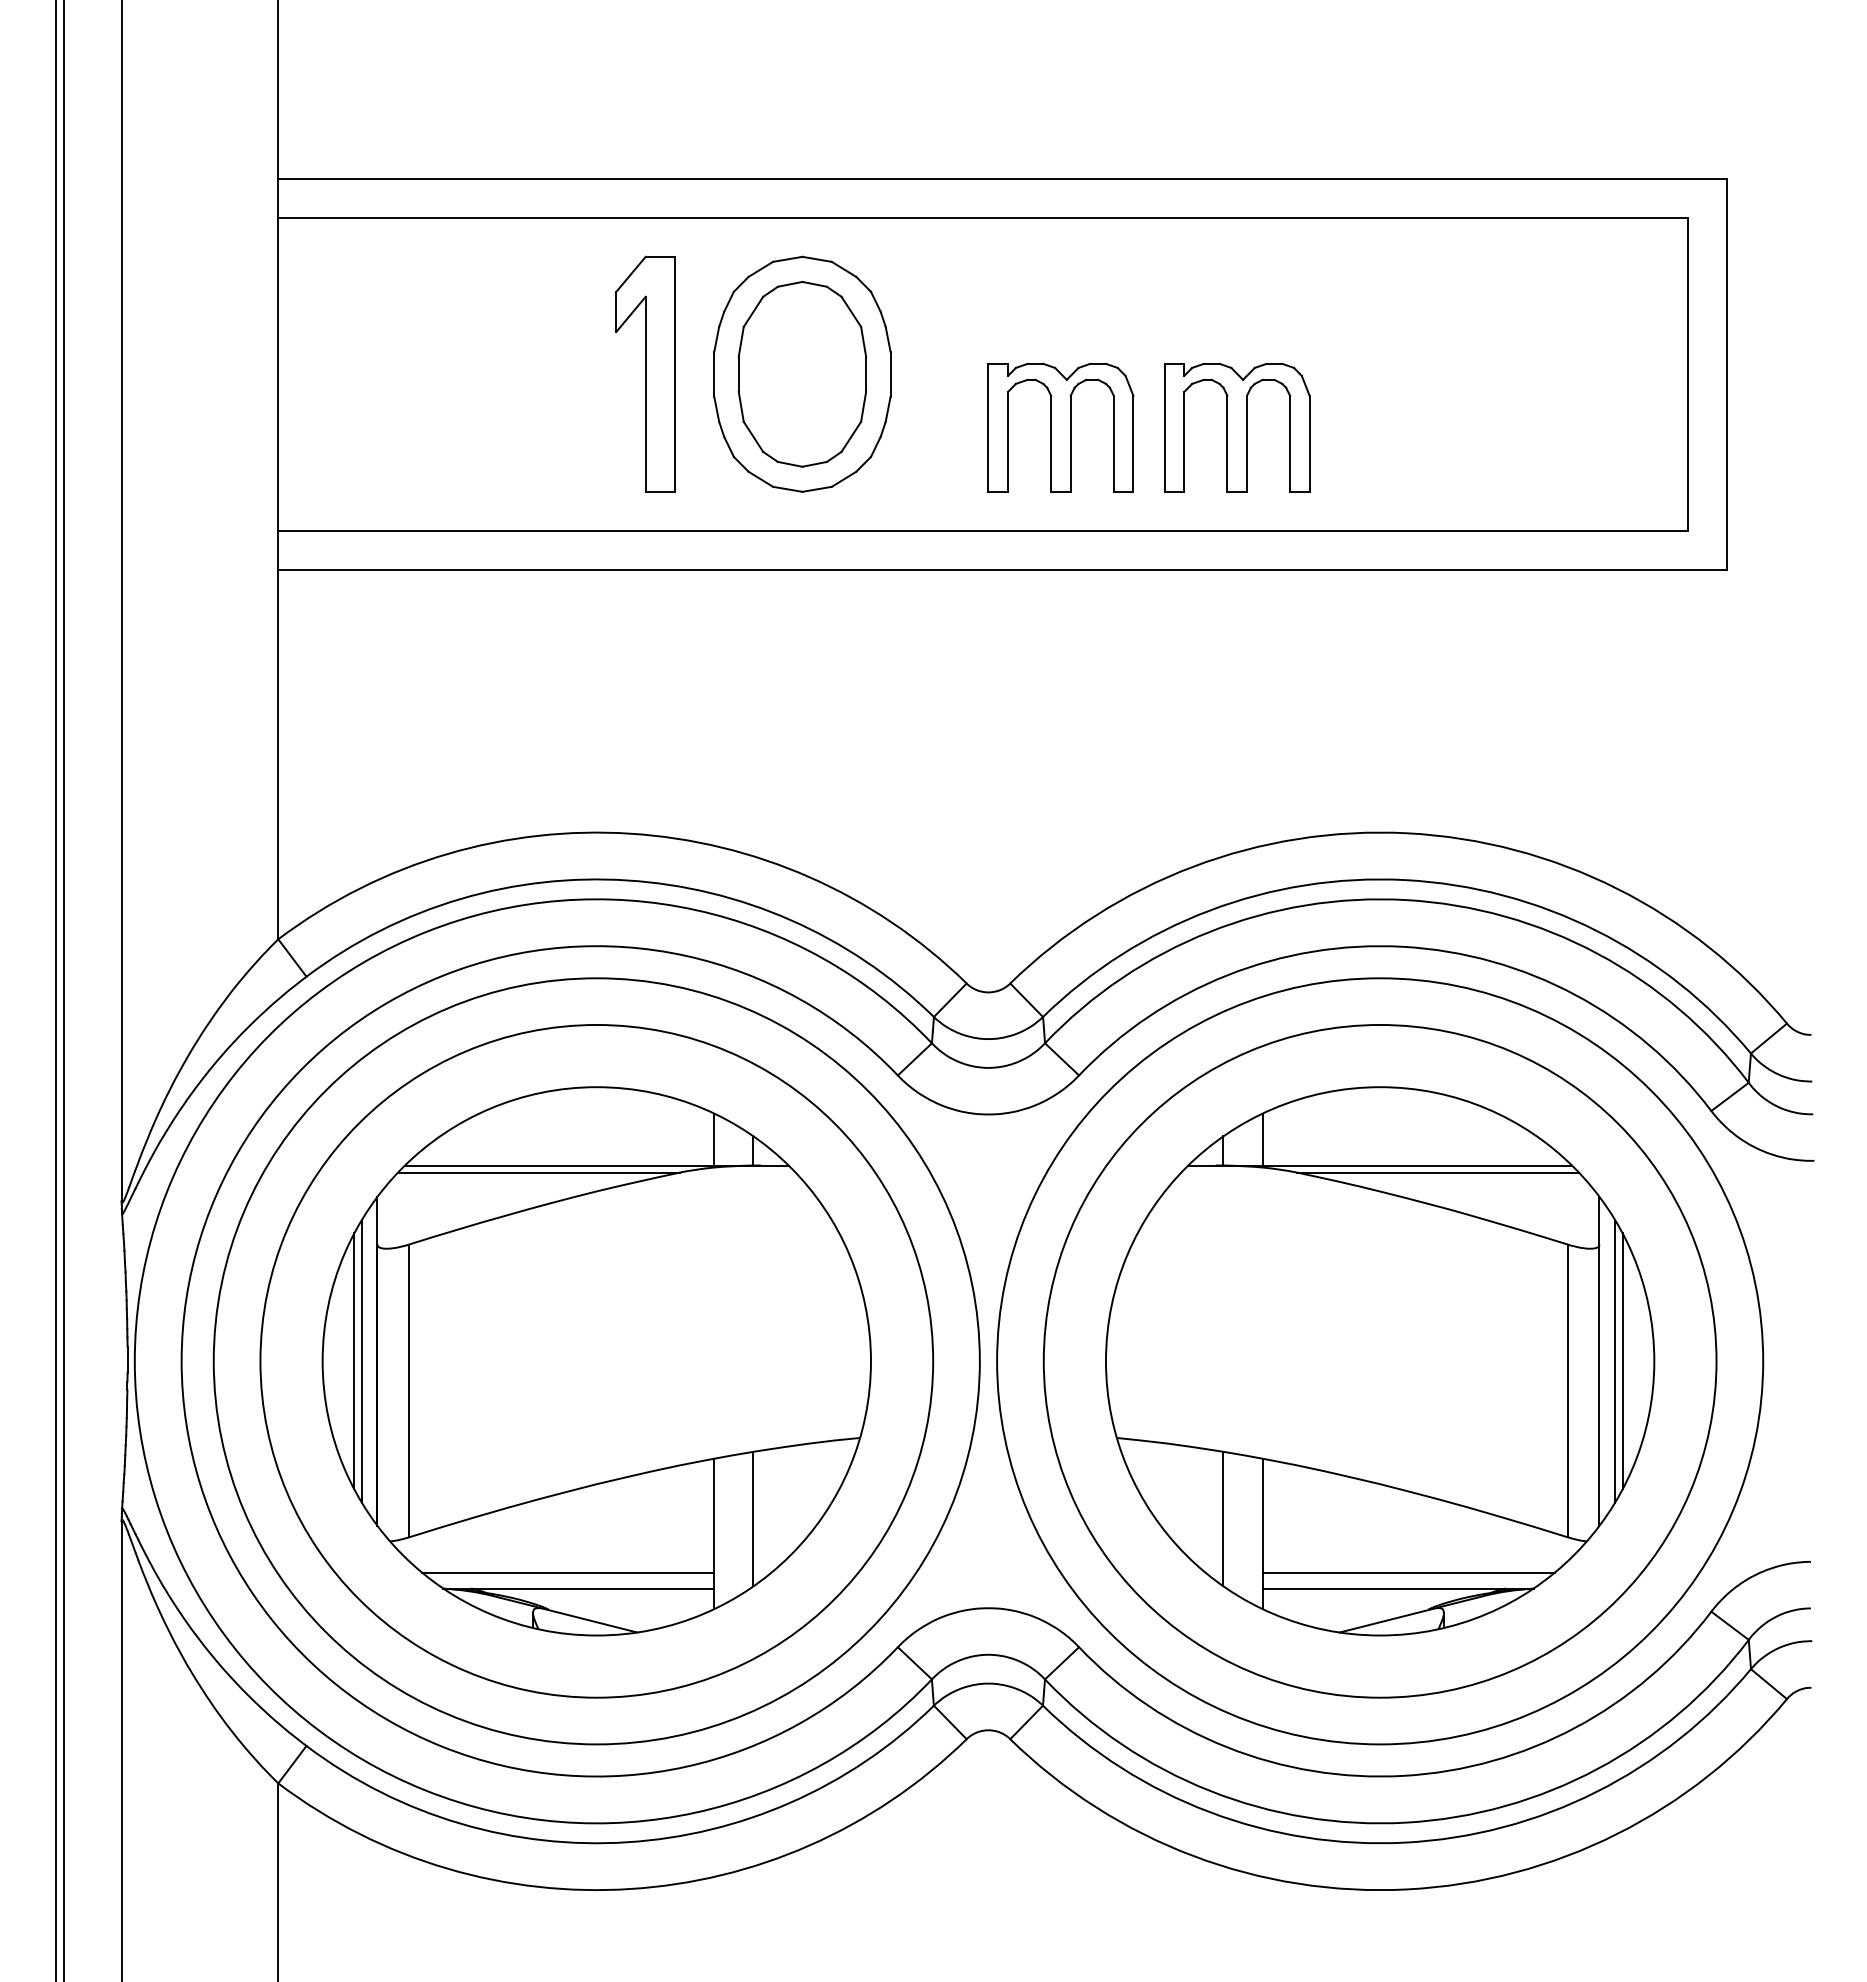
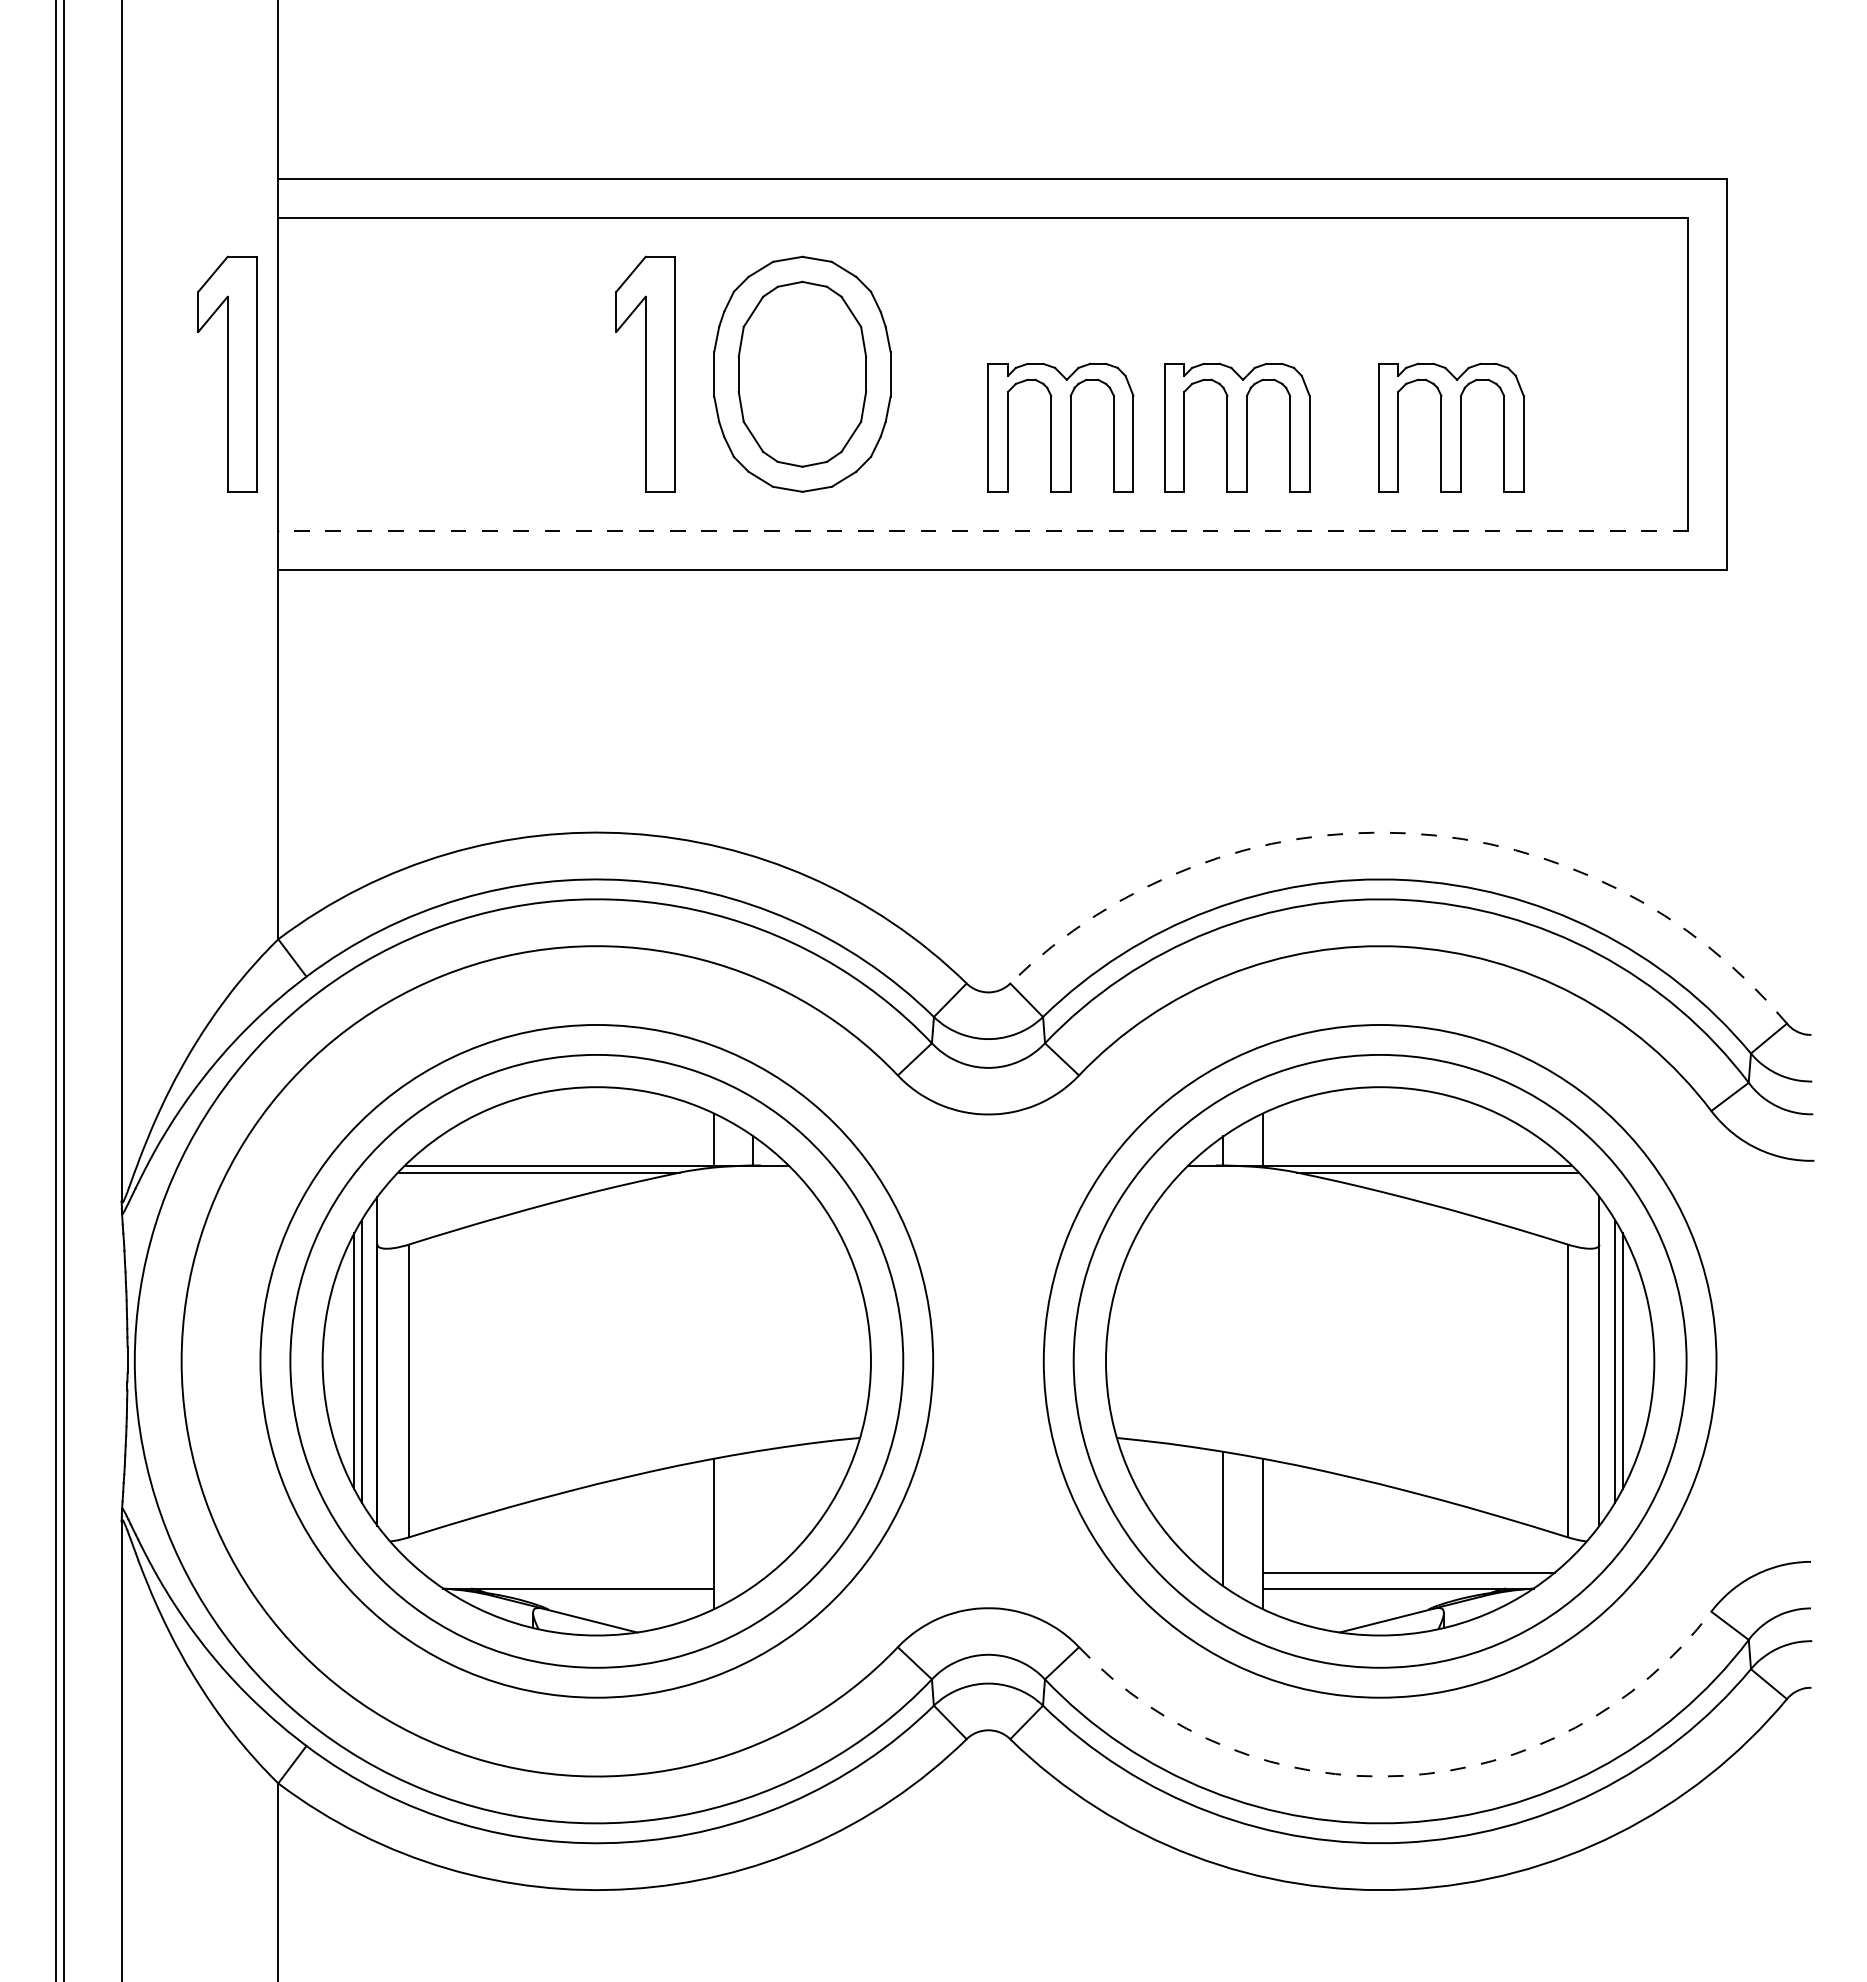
part at (227, 373): none -> present
part at (1451, 427): none -> present
line at (982, 531): solid -> dashed
arc at (1407, 833): solid -> dashed
circle at (596, 1361) diameter: 766 px -> 613 px
circle at (1380, 1361) diameter: 766 px -> 613 px
line at (753, 1518): present -> none
line at (568, 1572): present -> none
arc at (1403, 1775): solid -> dashed
